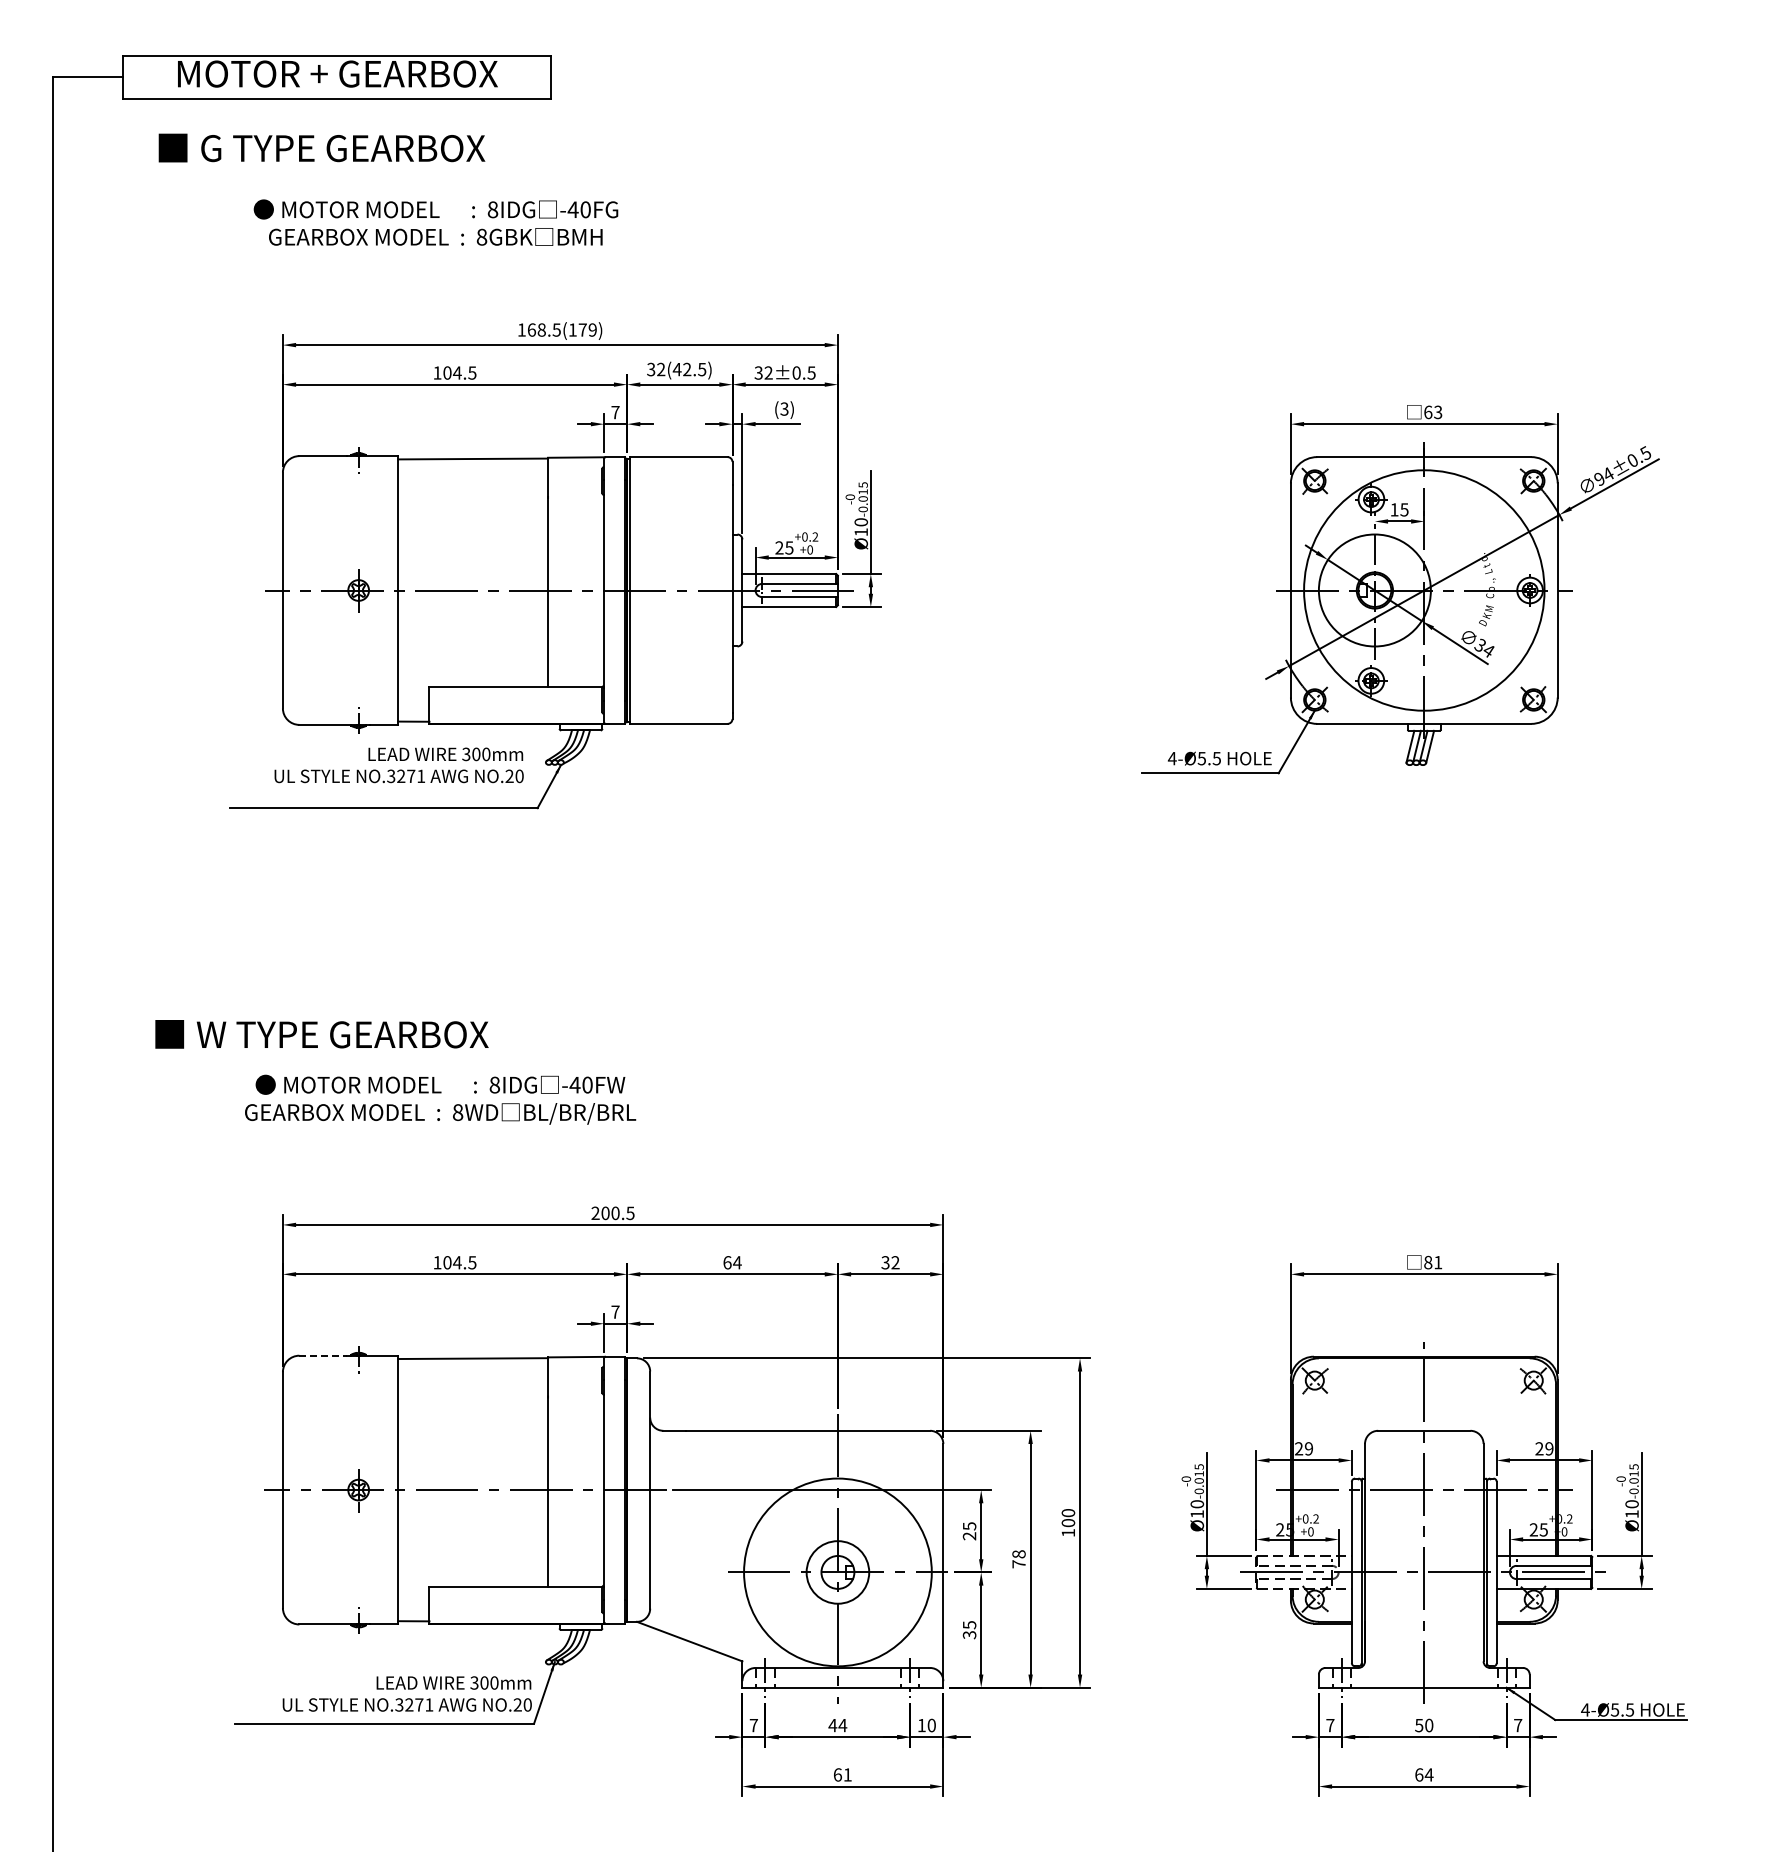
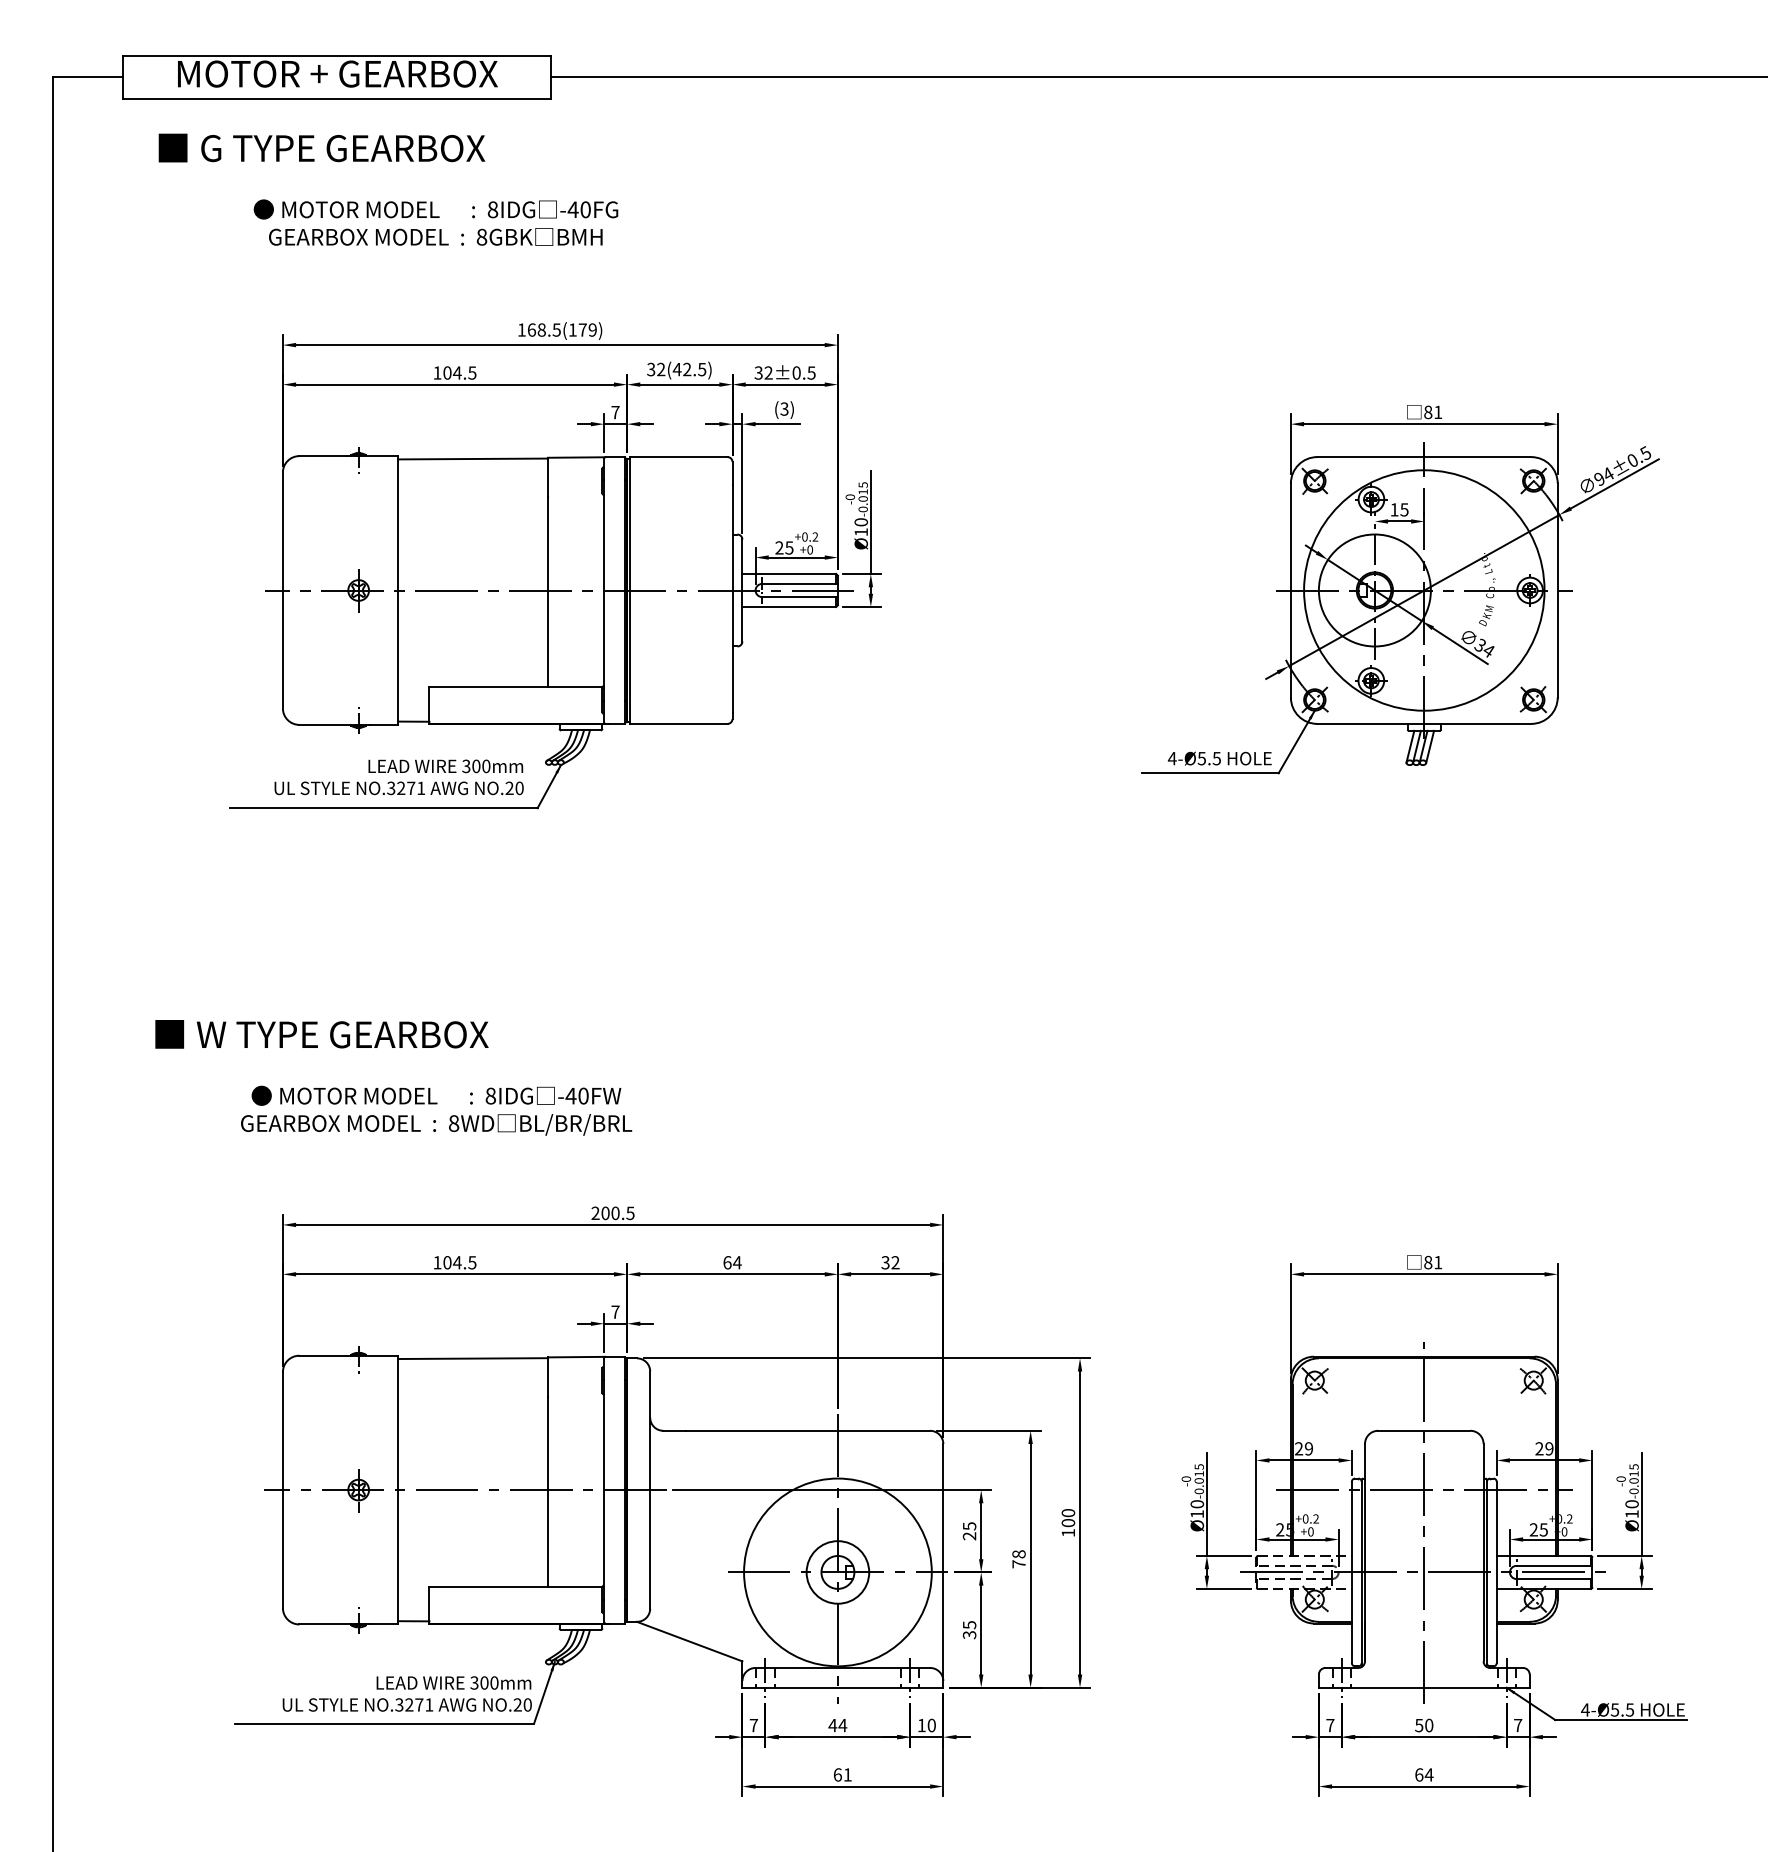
line at (1157, 77): none -> present
text at (1433, 412): 63 -> 81
text at (398, 765) position: (398, 765) -> (398, 777)
text at (440, 1099) position: (440, 1099) -> (436, 1110)
line at (323, 1355): dashed -> solid
